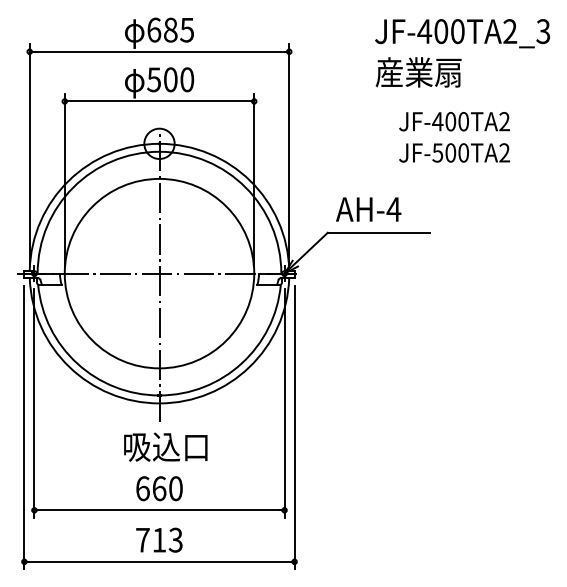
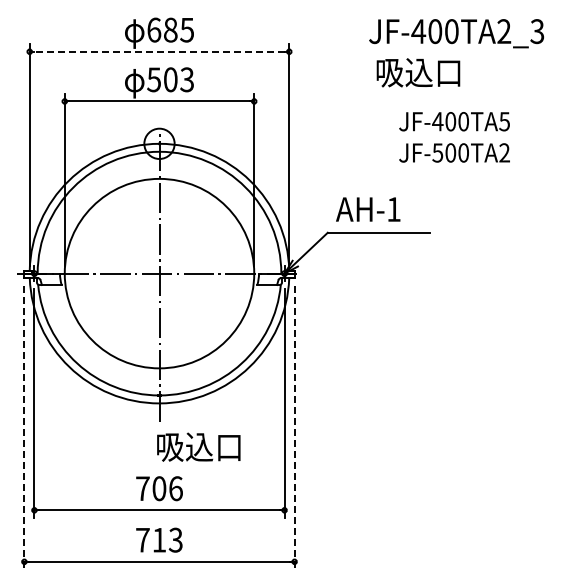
text at (462, 33) position: (462, 33) -> (456, 33)
line at (159, 51): solid -> dashed
text at (418, 72): 産業扇 -> 吸込口
text at (187, 79): 500 -> 503
text at (504, 121): JF-400TA2 -> JF-400TA5
text at (393, 209): AH-4 -> AH-1
line at (24, 427): solid -> dashed
line at (294, 427): solid -> dashed
text at (165, 446) position: (165, 446) -> (198, 446)
text at (159, 488): 660 -> 706
